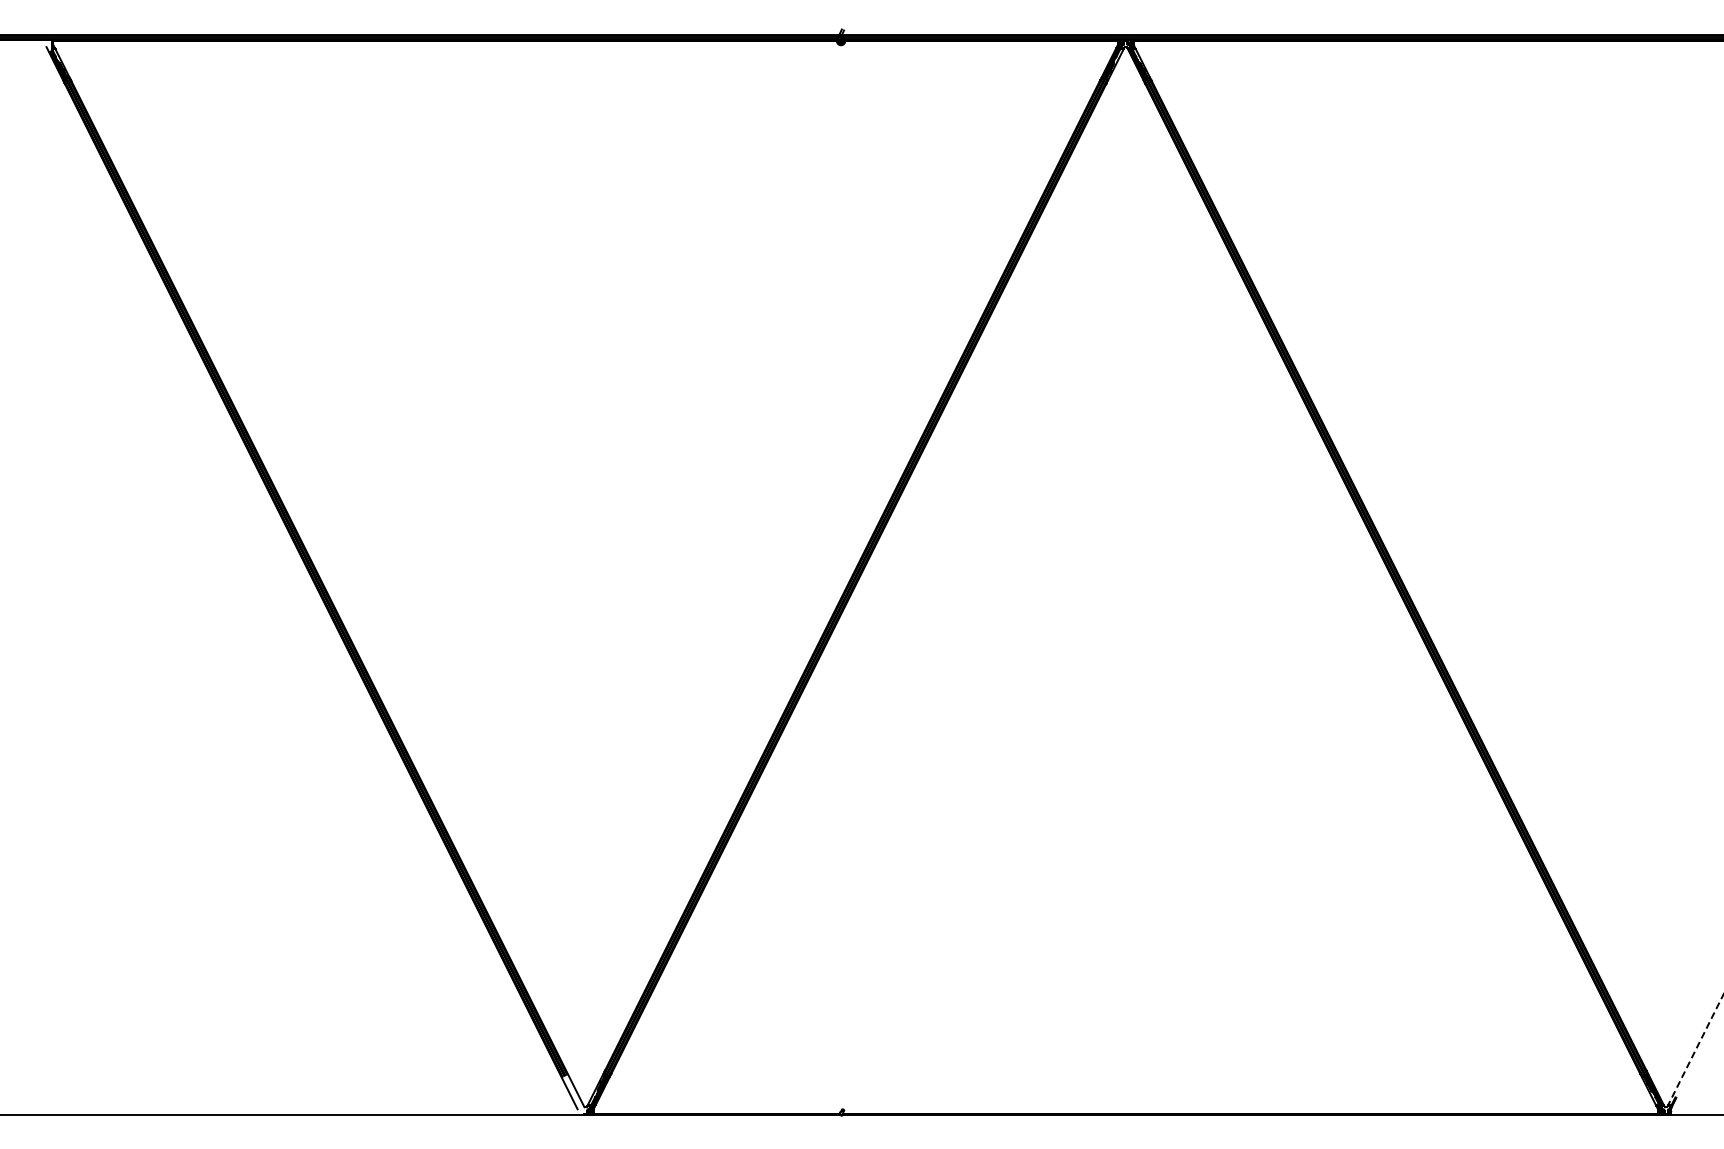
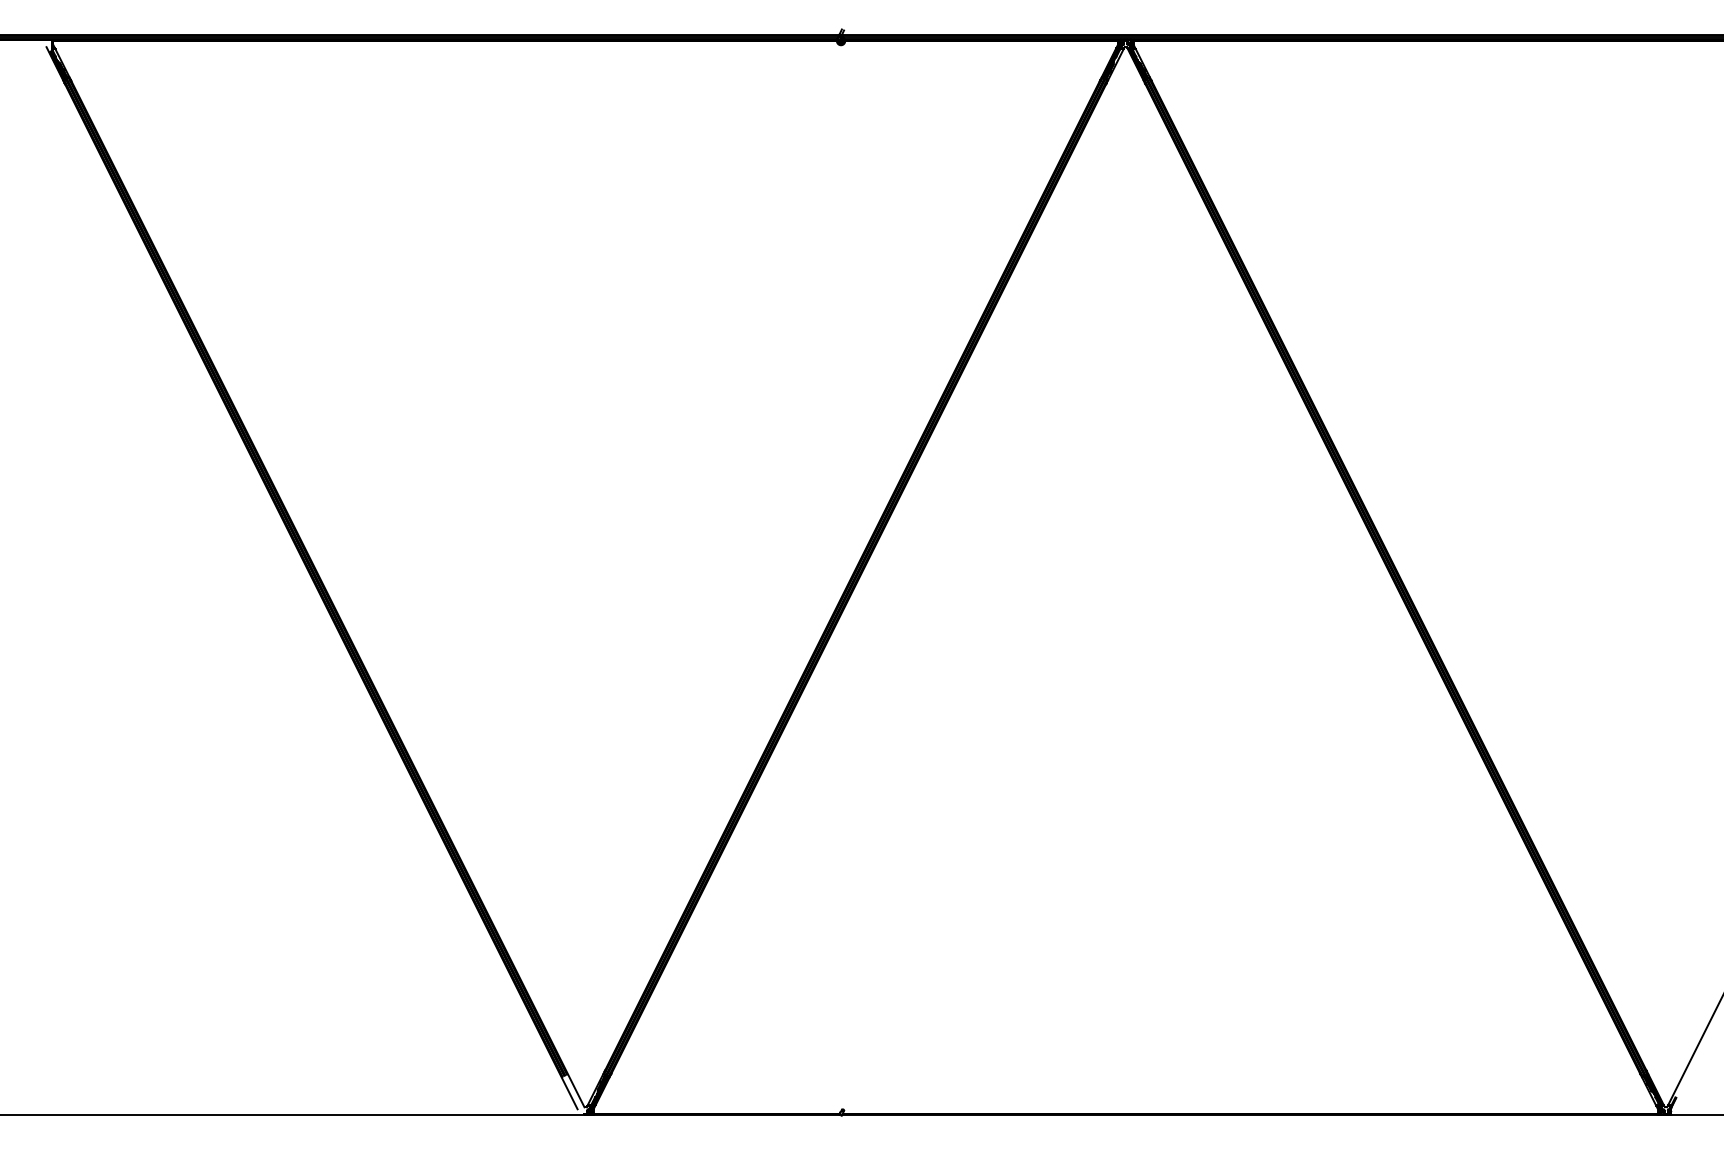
line at (1695, 1050): dashed -> solid
